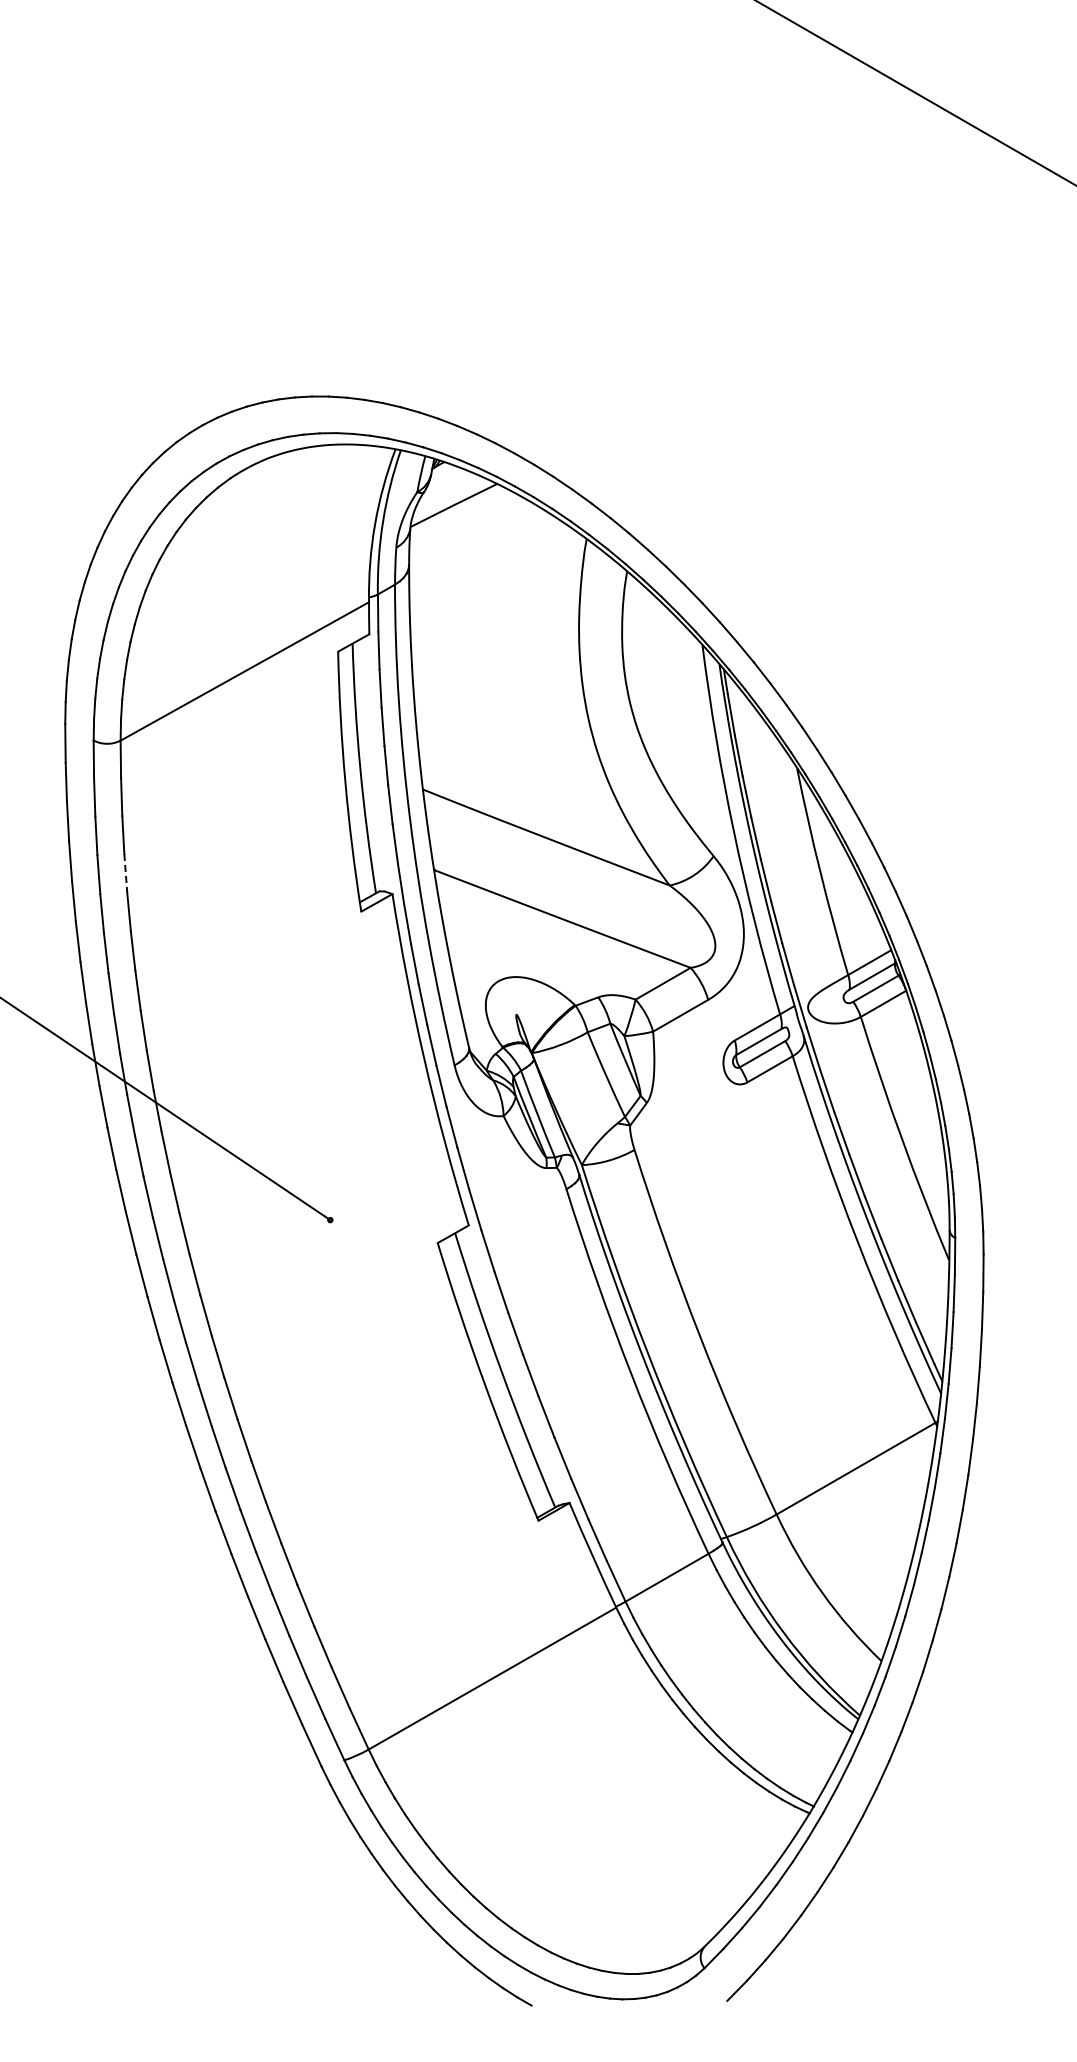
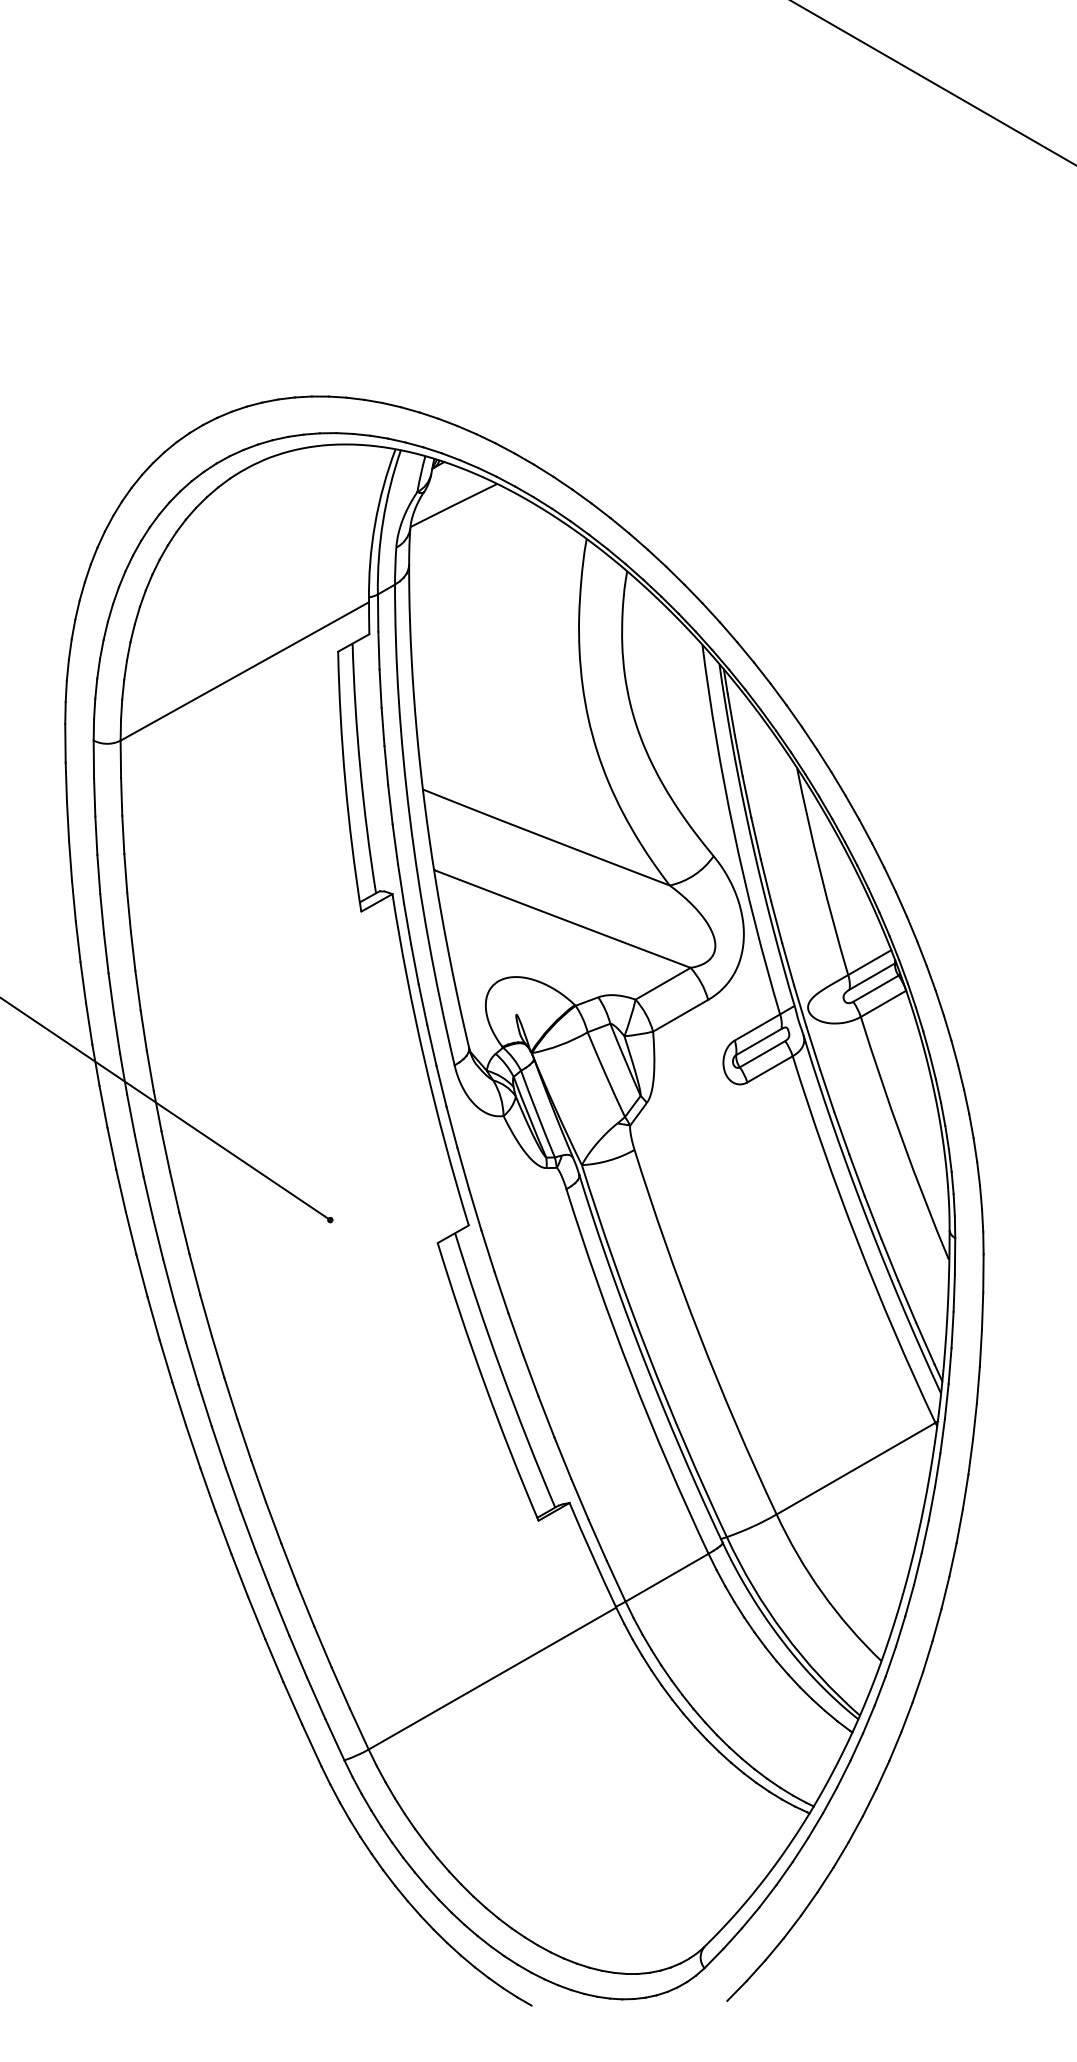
line at (915, 93) position: (915, 93) -> (933, 83)
line at (125, 873): dashed -> solid
